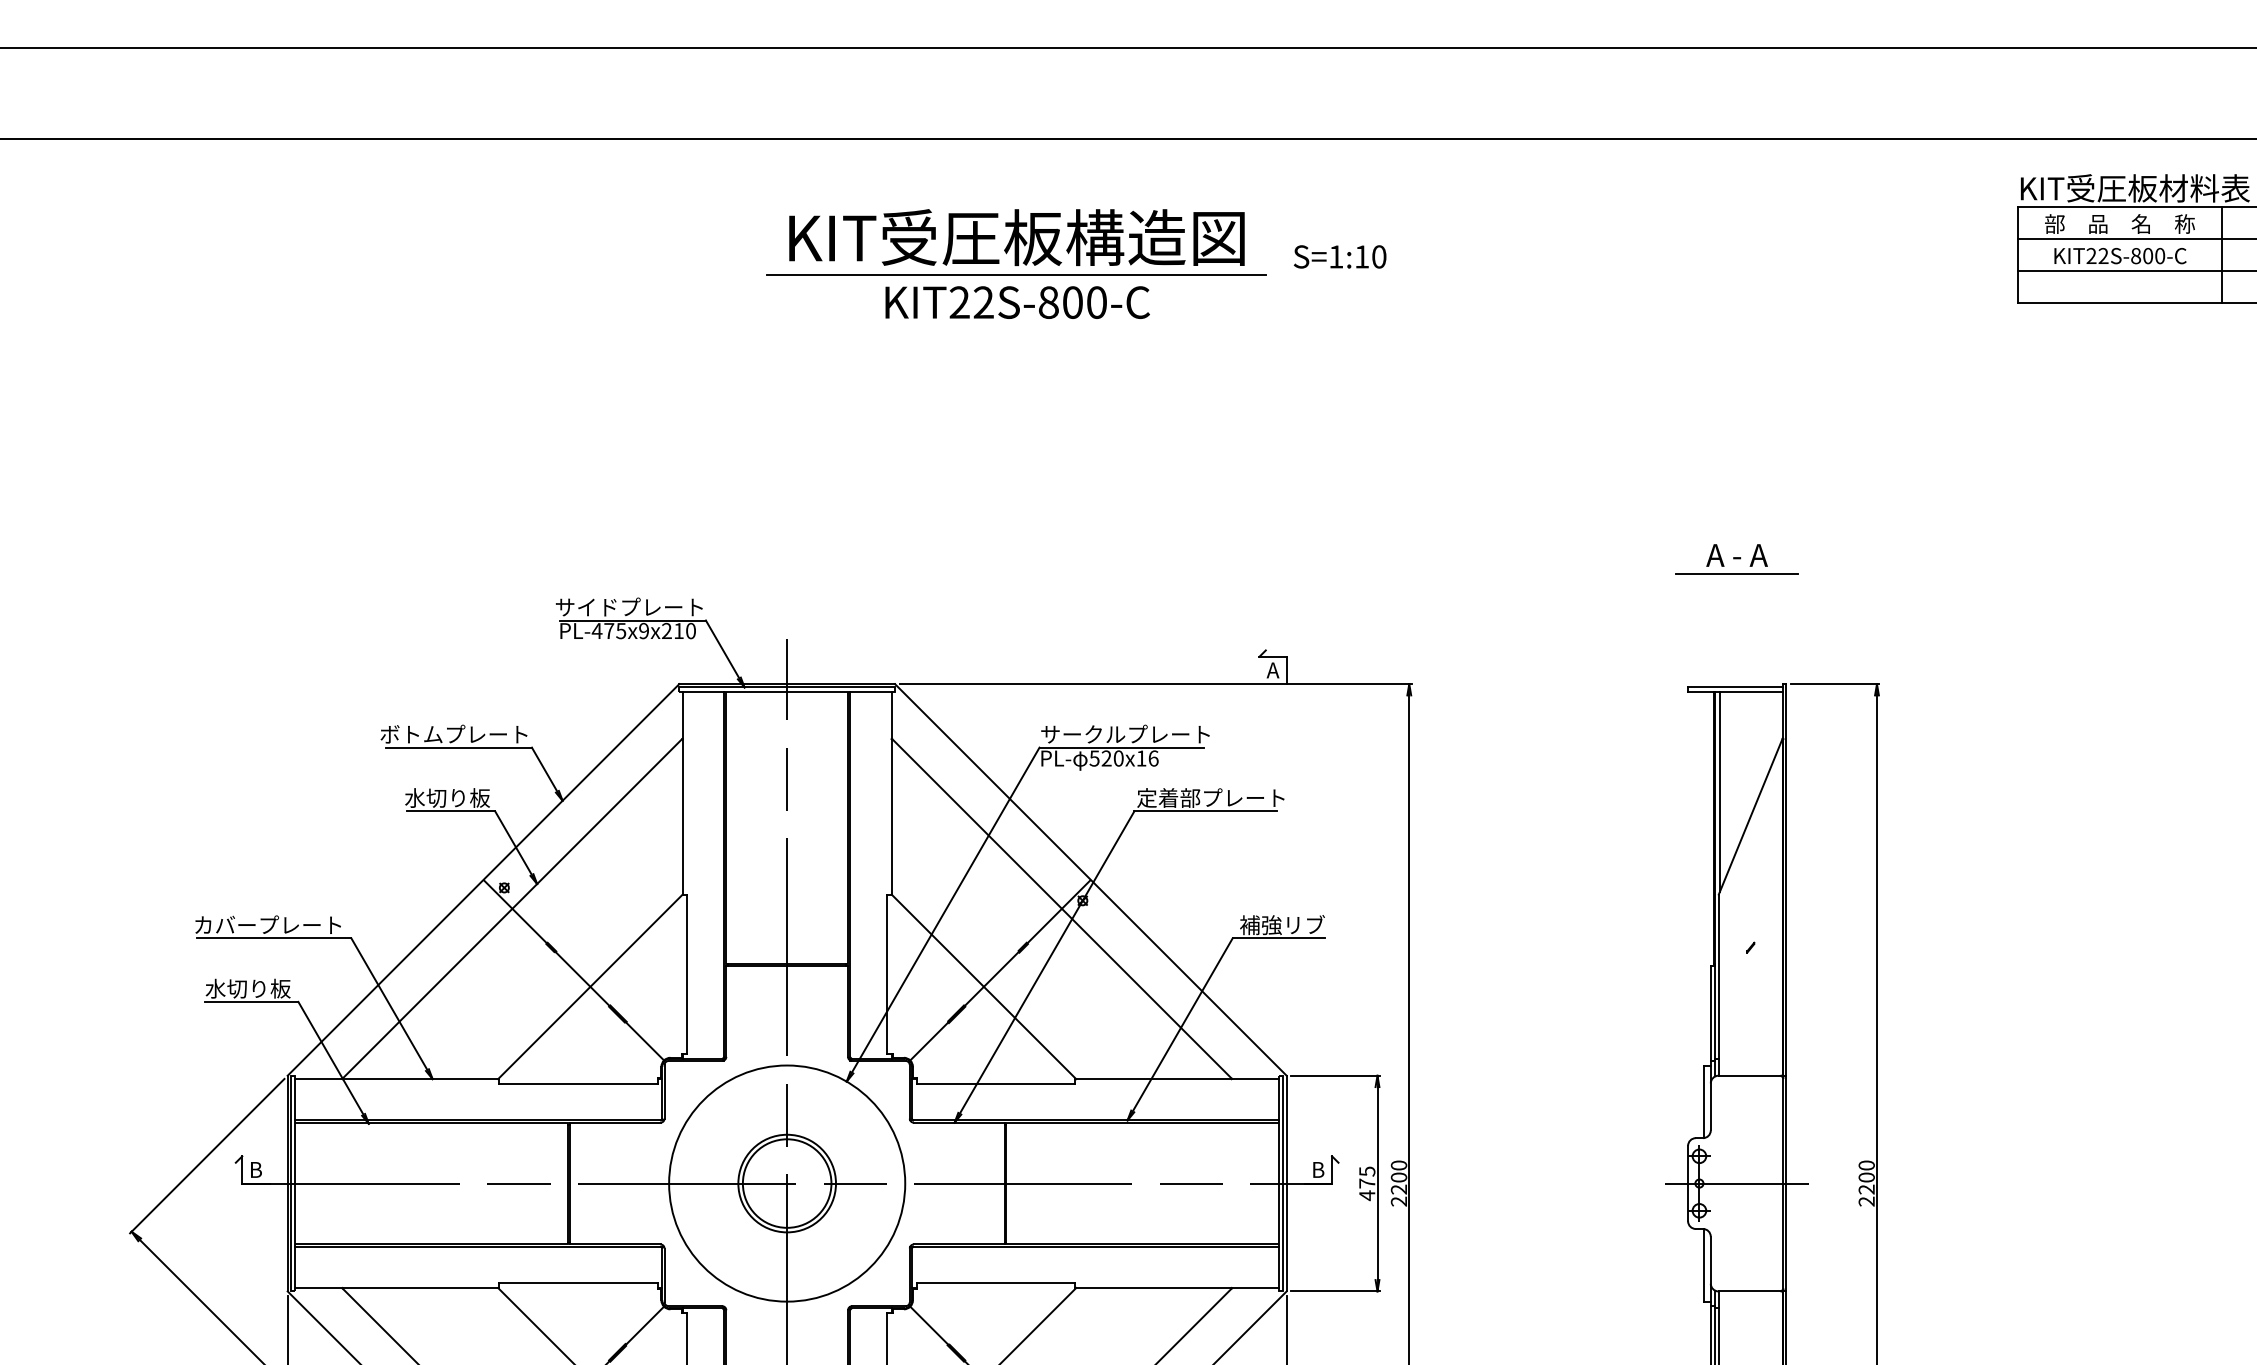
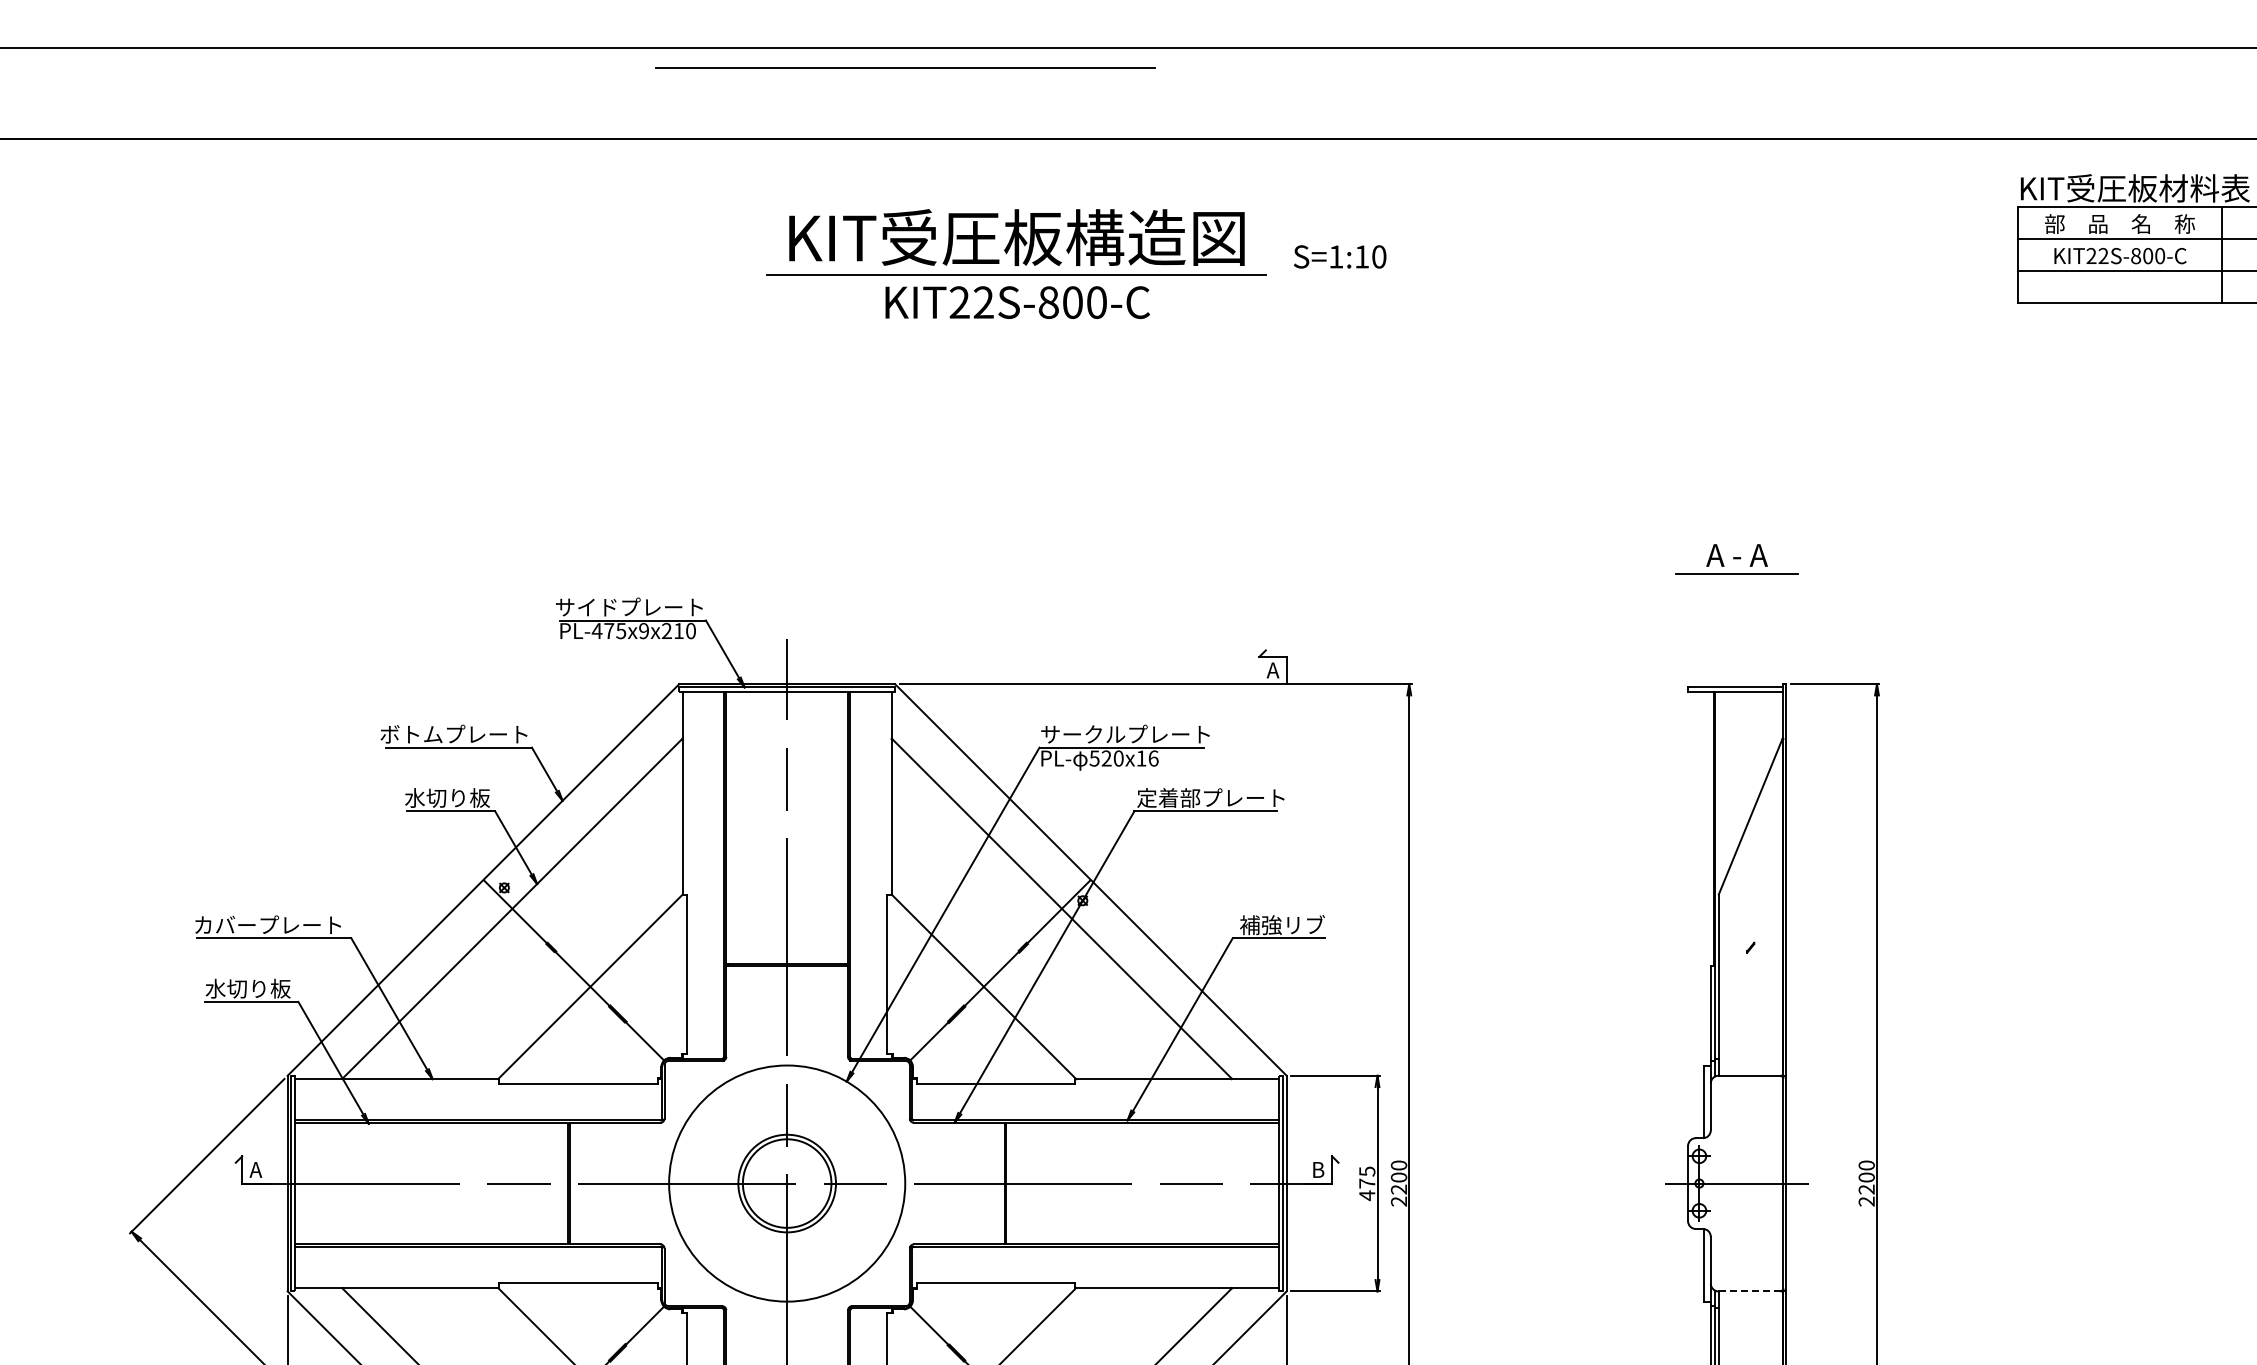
line at (905, 67): none -> present
line at (1719, 791): present -> none
text at (255, 1169): B -> A
line at (1749, 1291): solid -> dashed
